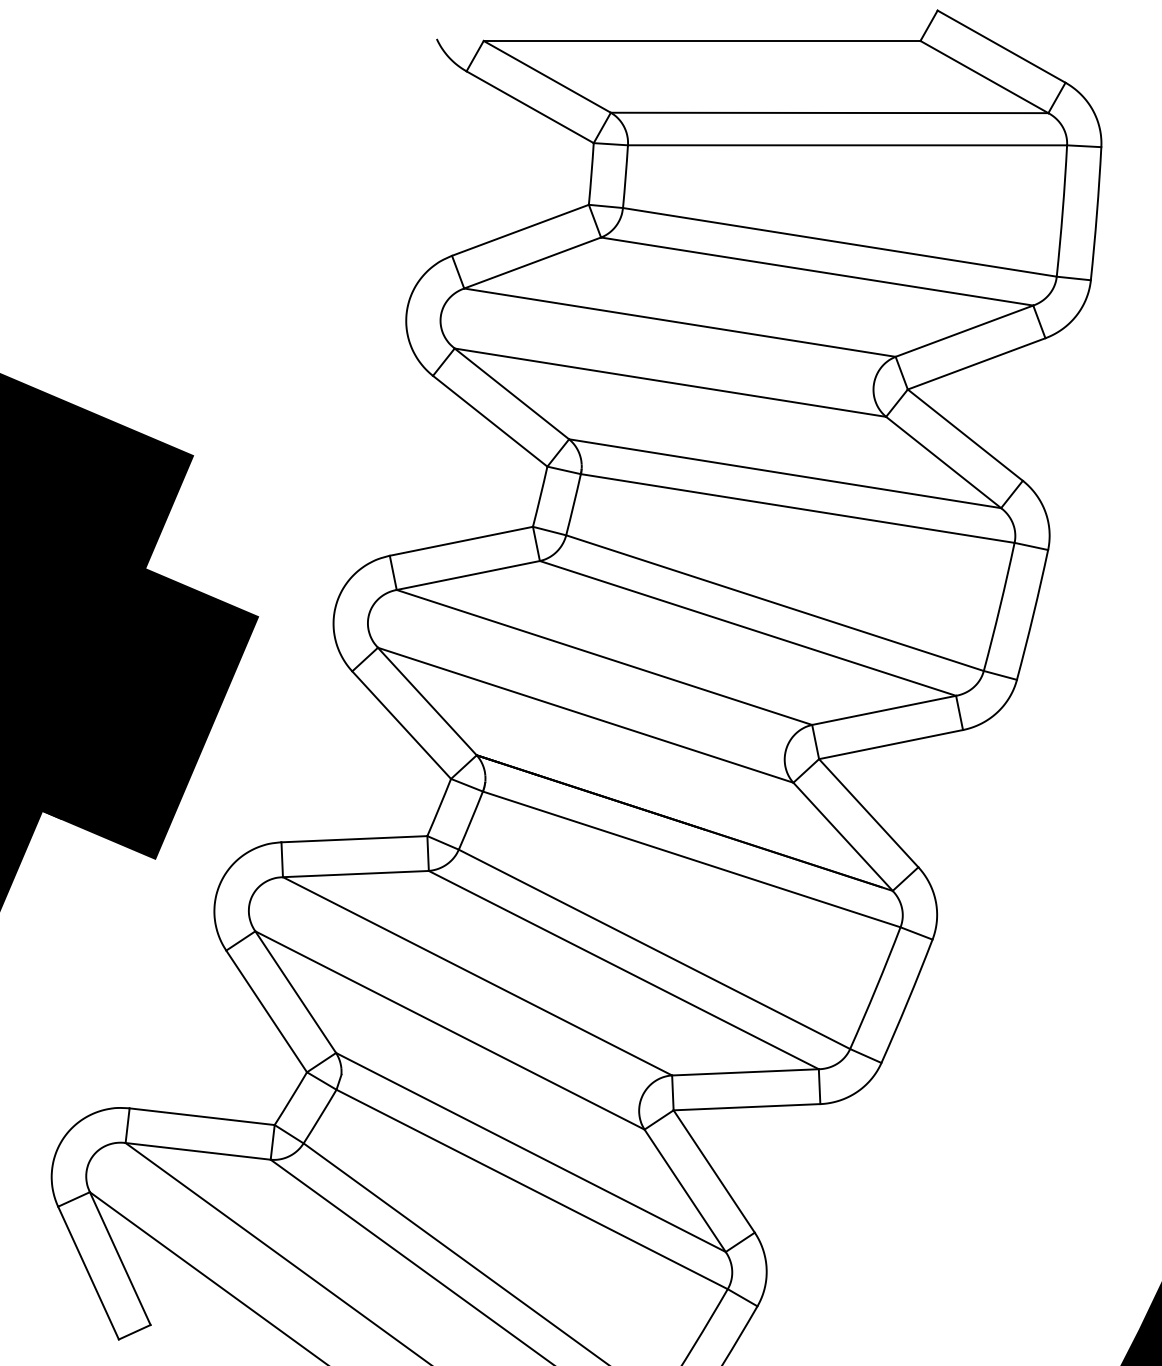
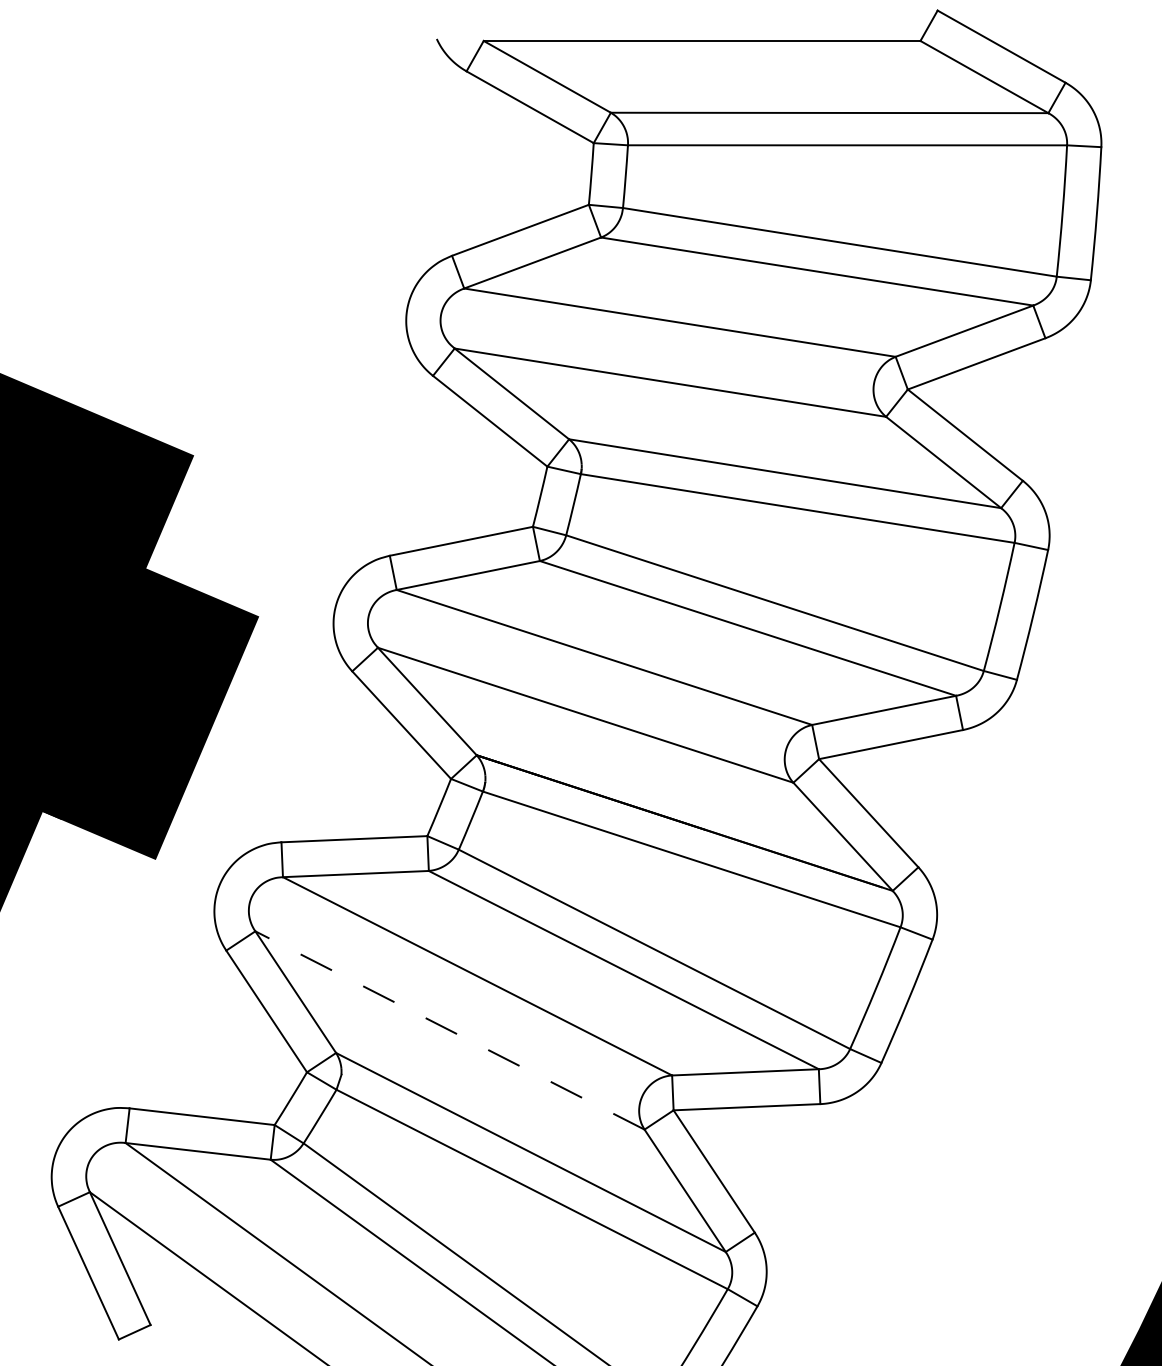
line at (449, 1030): solid -> dashed
